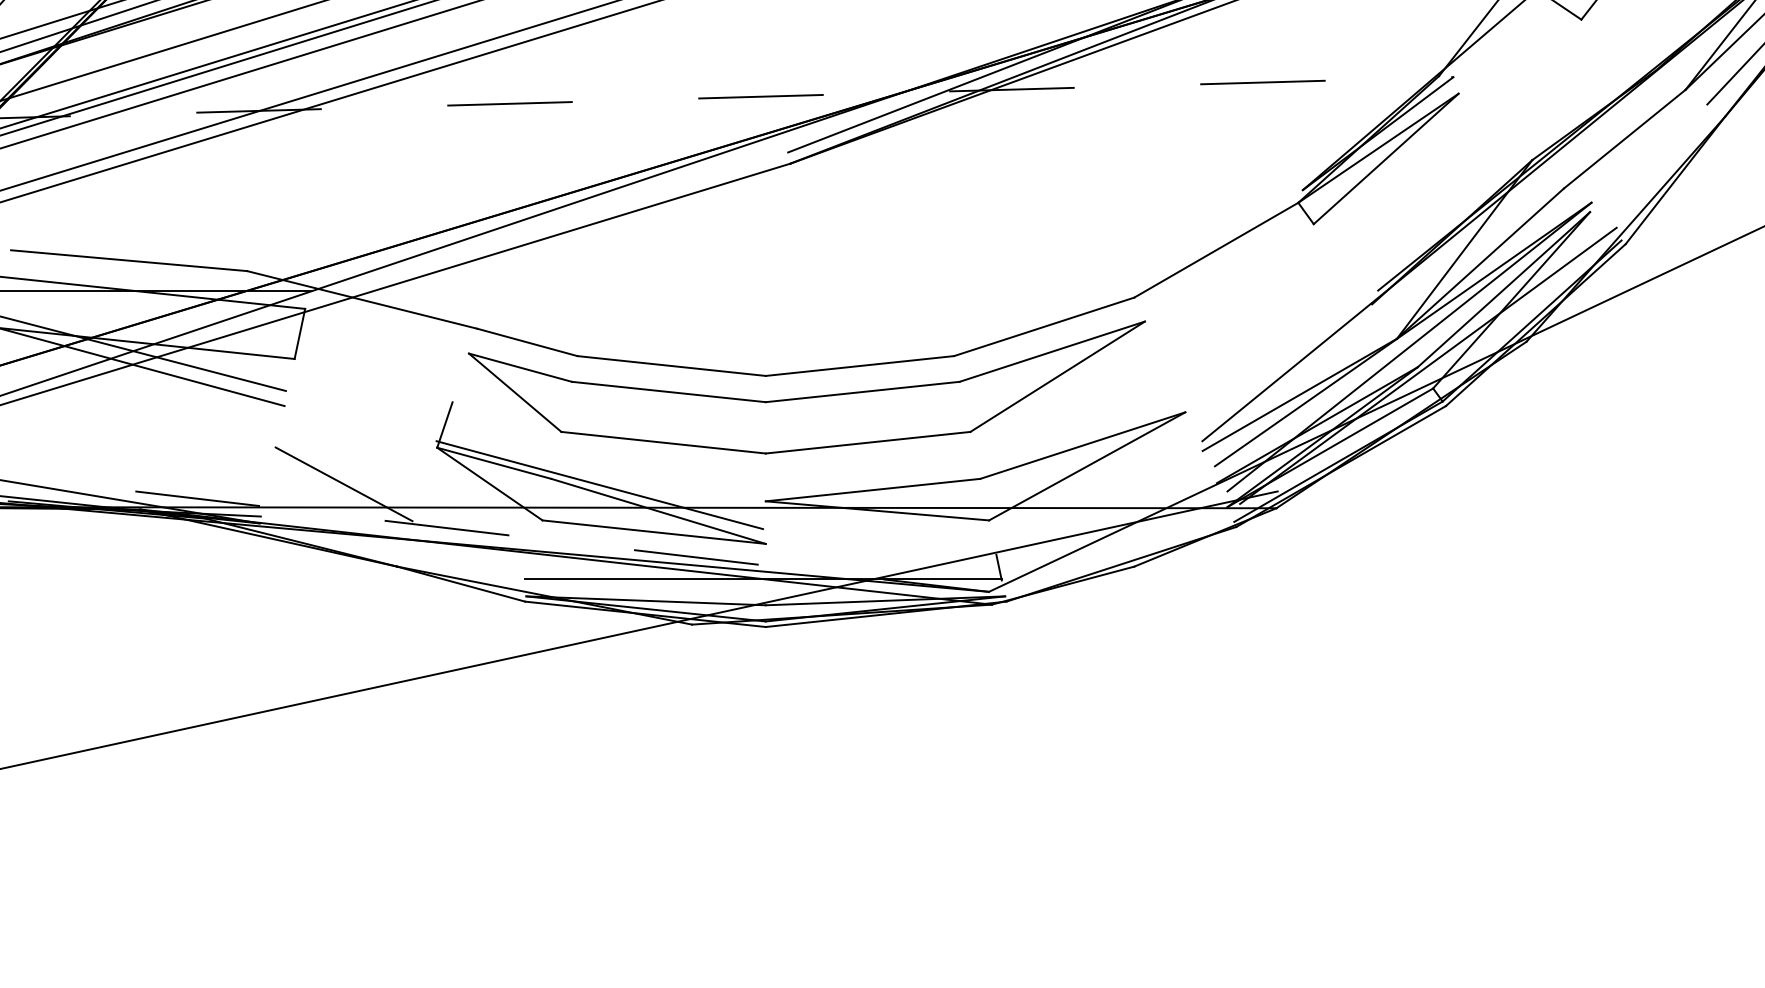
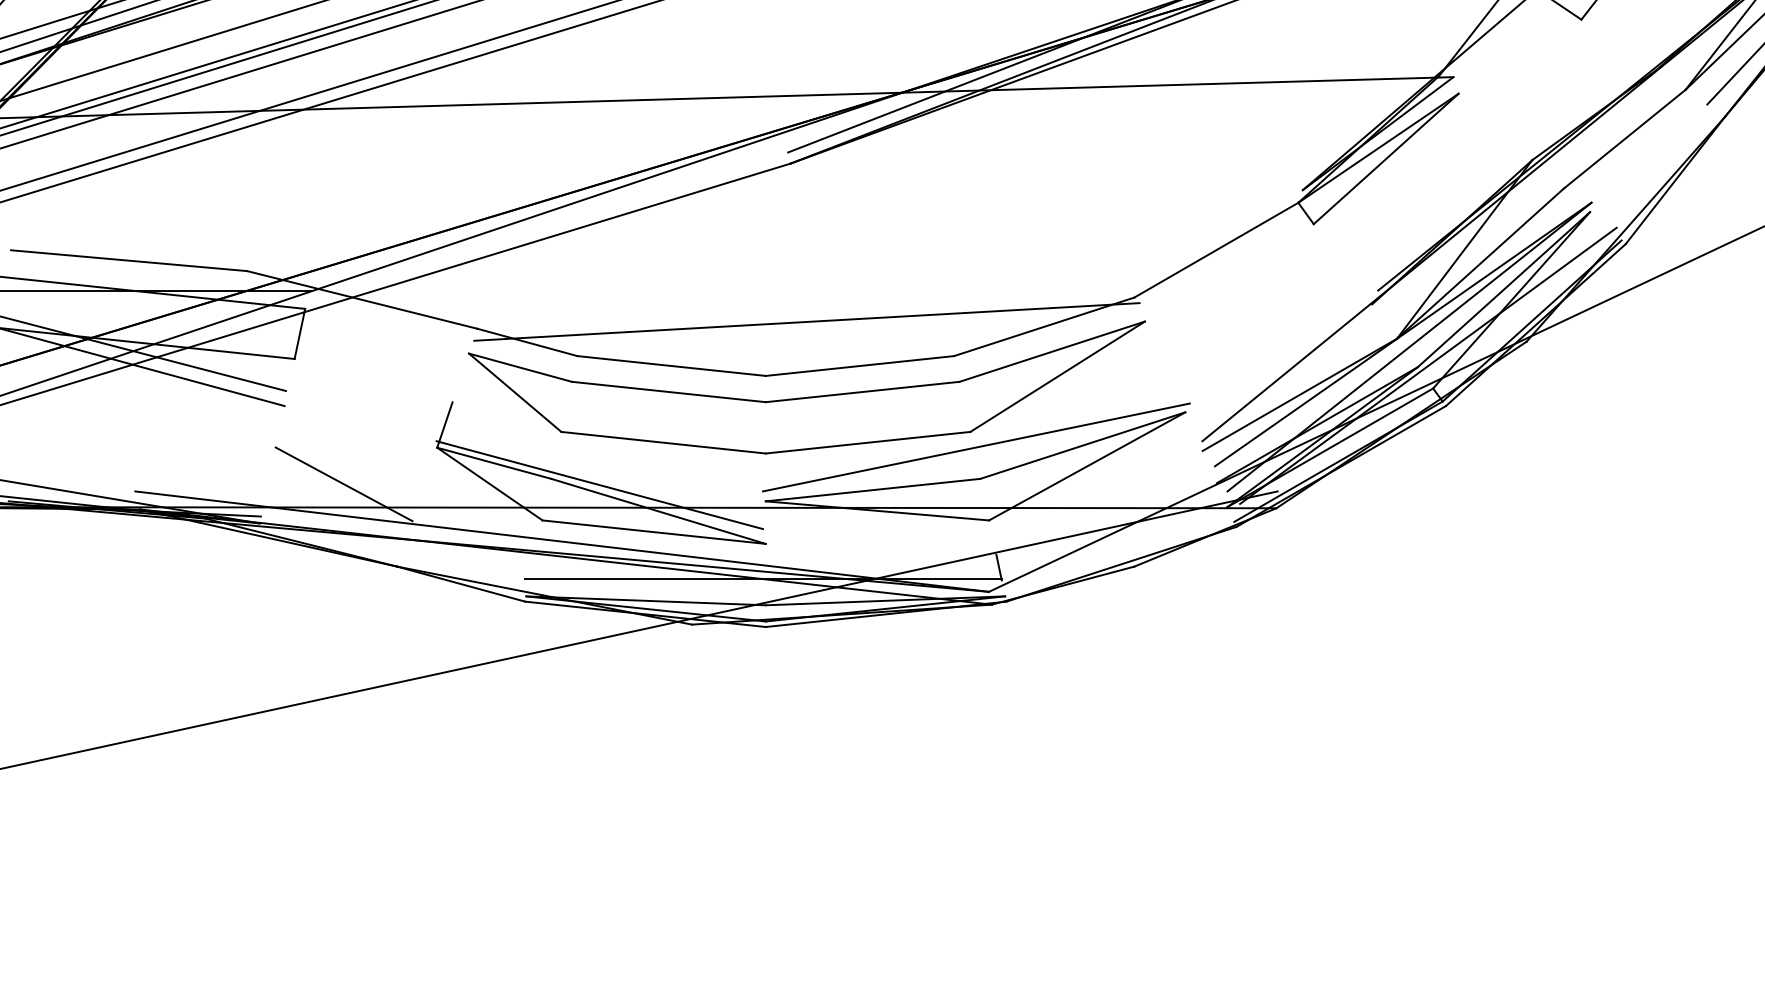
line at (726, 97): dashed -> solid
line at (806, 321): none -> present
line at (976, 447): none -> present
line at (562, 541): dashed -> solid
